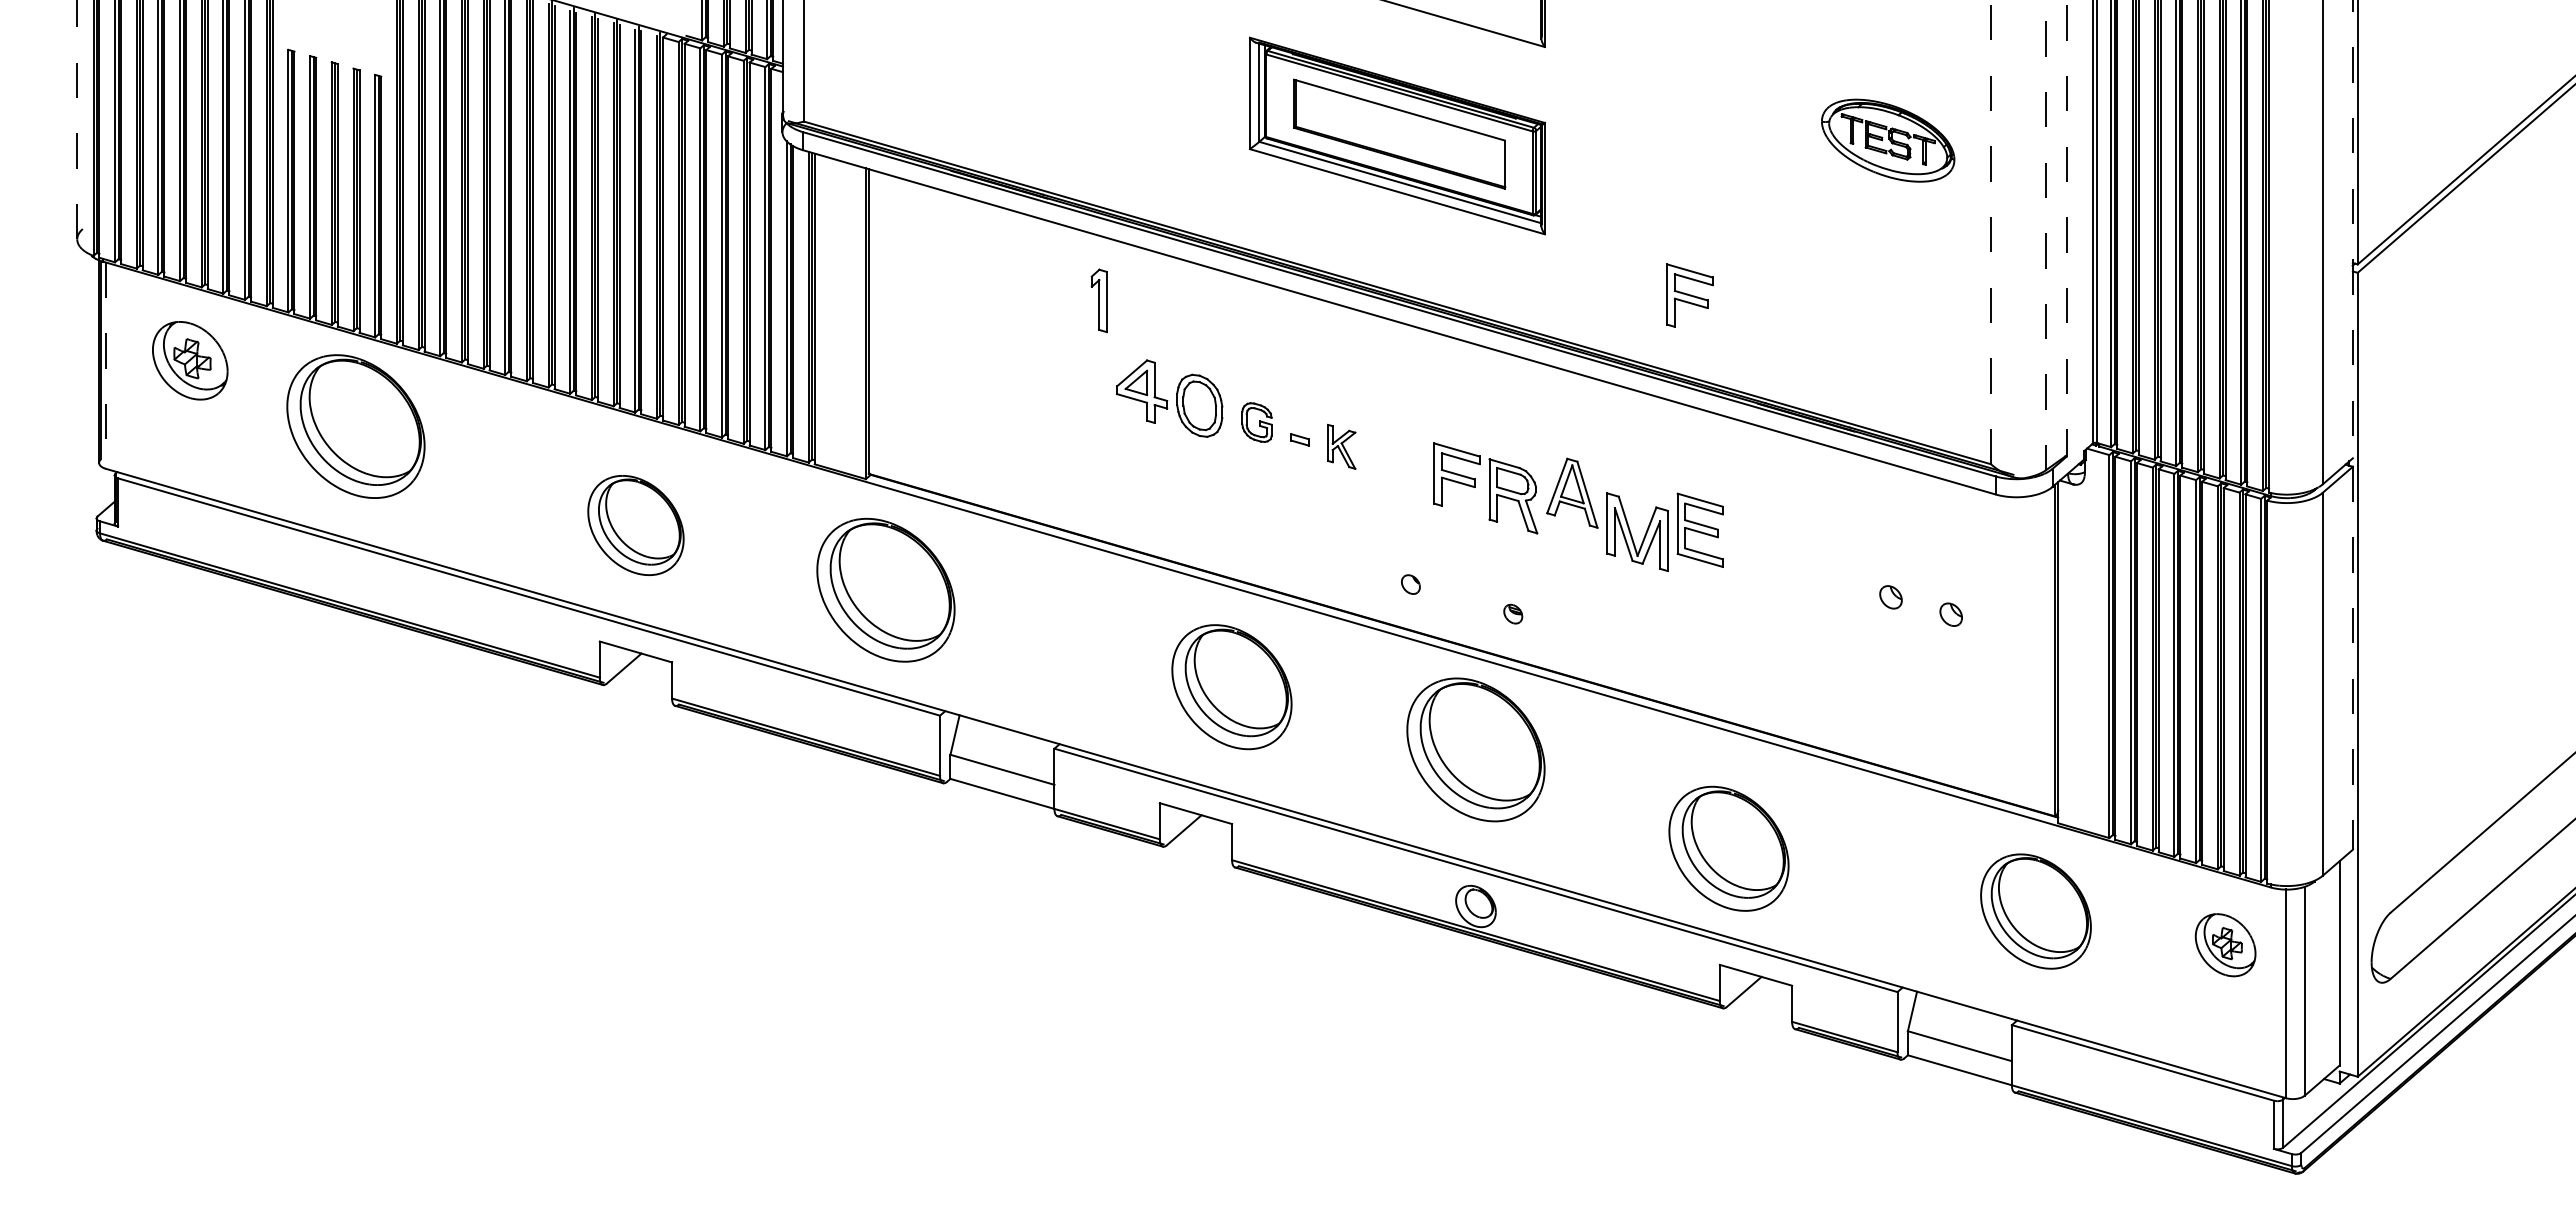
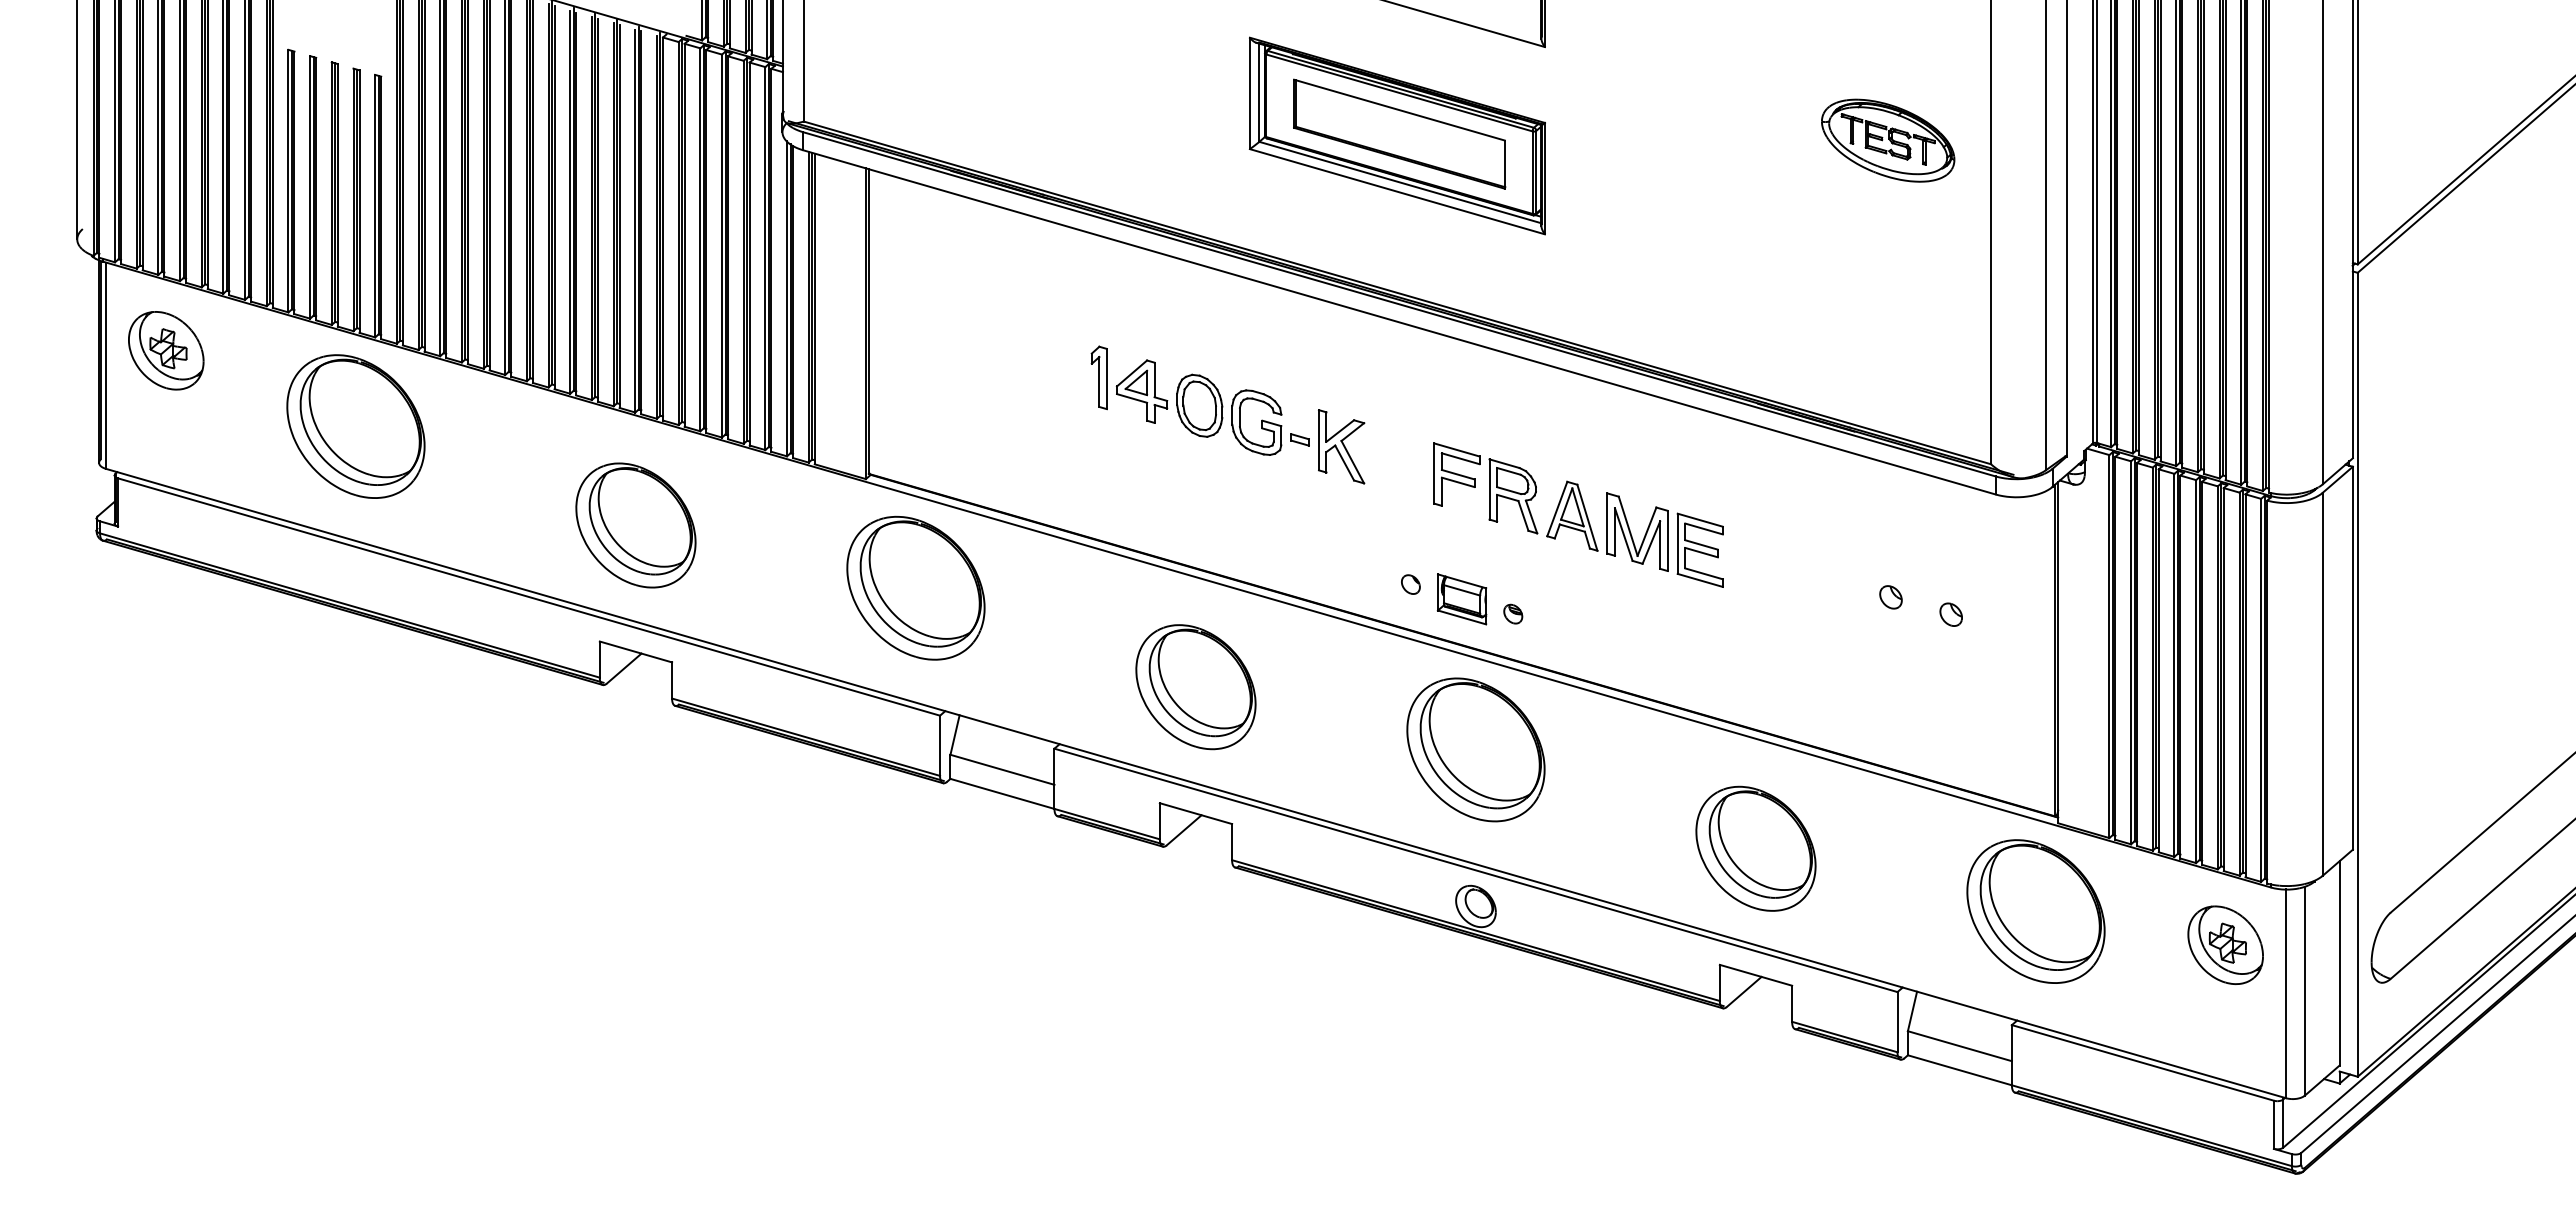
line at (77, 119): dashed -> solid
line at (2066, 228): dashed -> solid
line at (2352, 229): dashed -> solid
line at (1991, 232): dashed -> solid
line at (2046, 235): dashed -> solid
part at (1689, 295): present -> none
part at (1098, 300) position: (1098, 300) -> (1098, 377)
part at (190, 360) position: (190, 360) -> (166, 350)
line at (106, 366): dashed -> solid
part at (1256, 422) size: 32x41 px -> 52x67 px
part at (1341, 446) size: 30x47 px -> 48x76 px
part at (1572, 492) position: (1572, 492) -> (1572, 515)
part at (635, 525) size: 98x101 px -> 122x127 px
part at (1699, 529) position: (1699, 529) -> (1699, 549)
part at (885, 589) position: (885, 589) -> (915, 587)
part at (1461, 599): none -> present
line at (2352, 658): dashed -> solid
part at (1231, 687) position: (1231, 687) -> (1195, 687)
part at (1728, 848) position: (1728, 848) -> (1755, 848)
part at (2035, 911) size: 112x117 px -> 140x145 px
part at (2225, 945) size: 63x65 px -> 77x80 px
